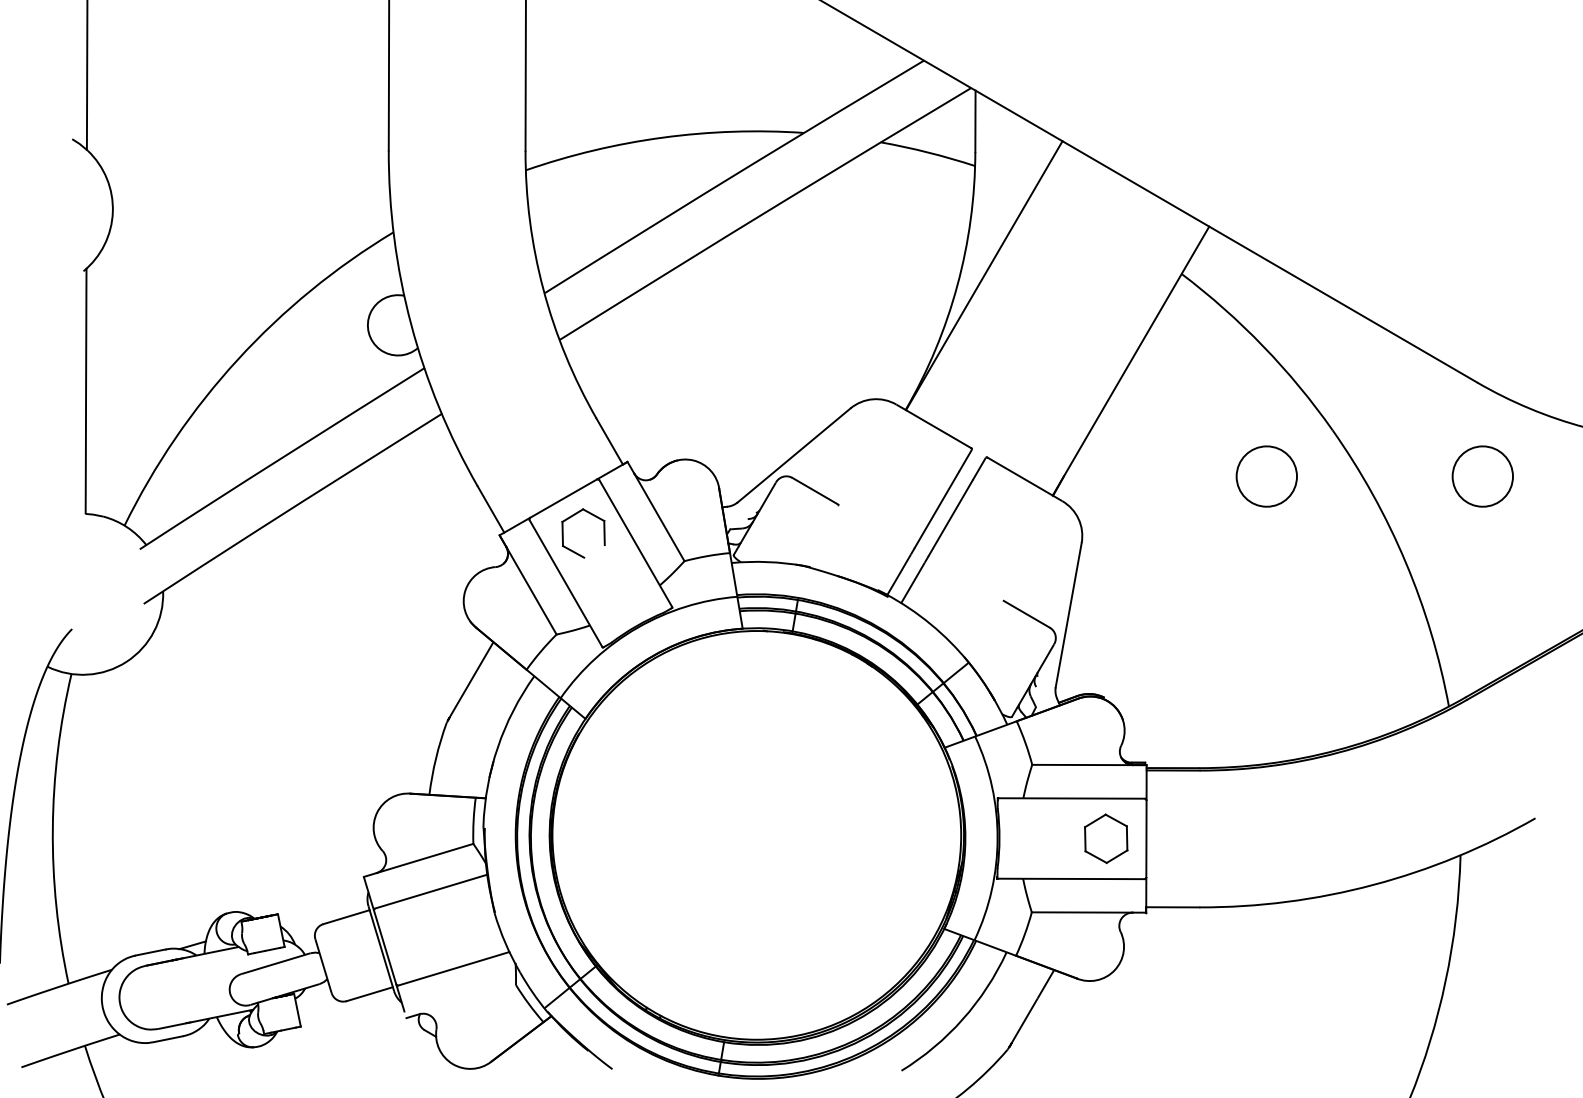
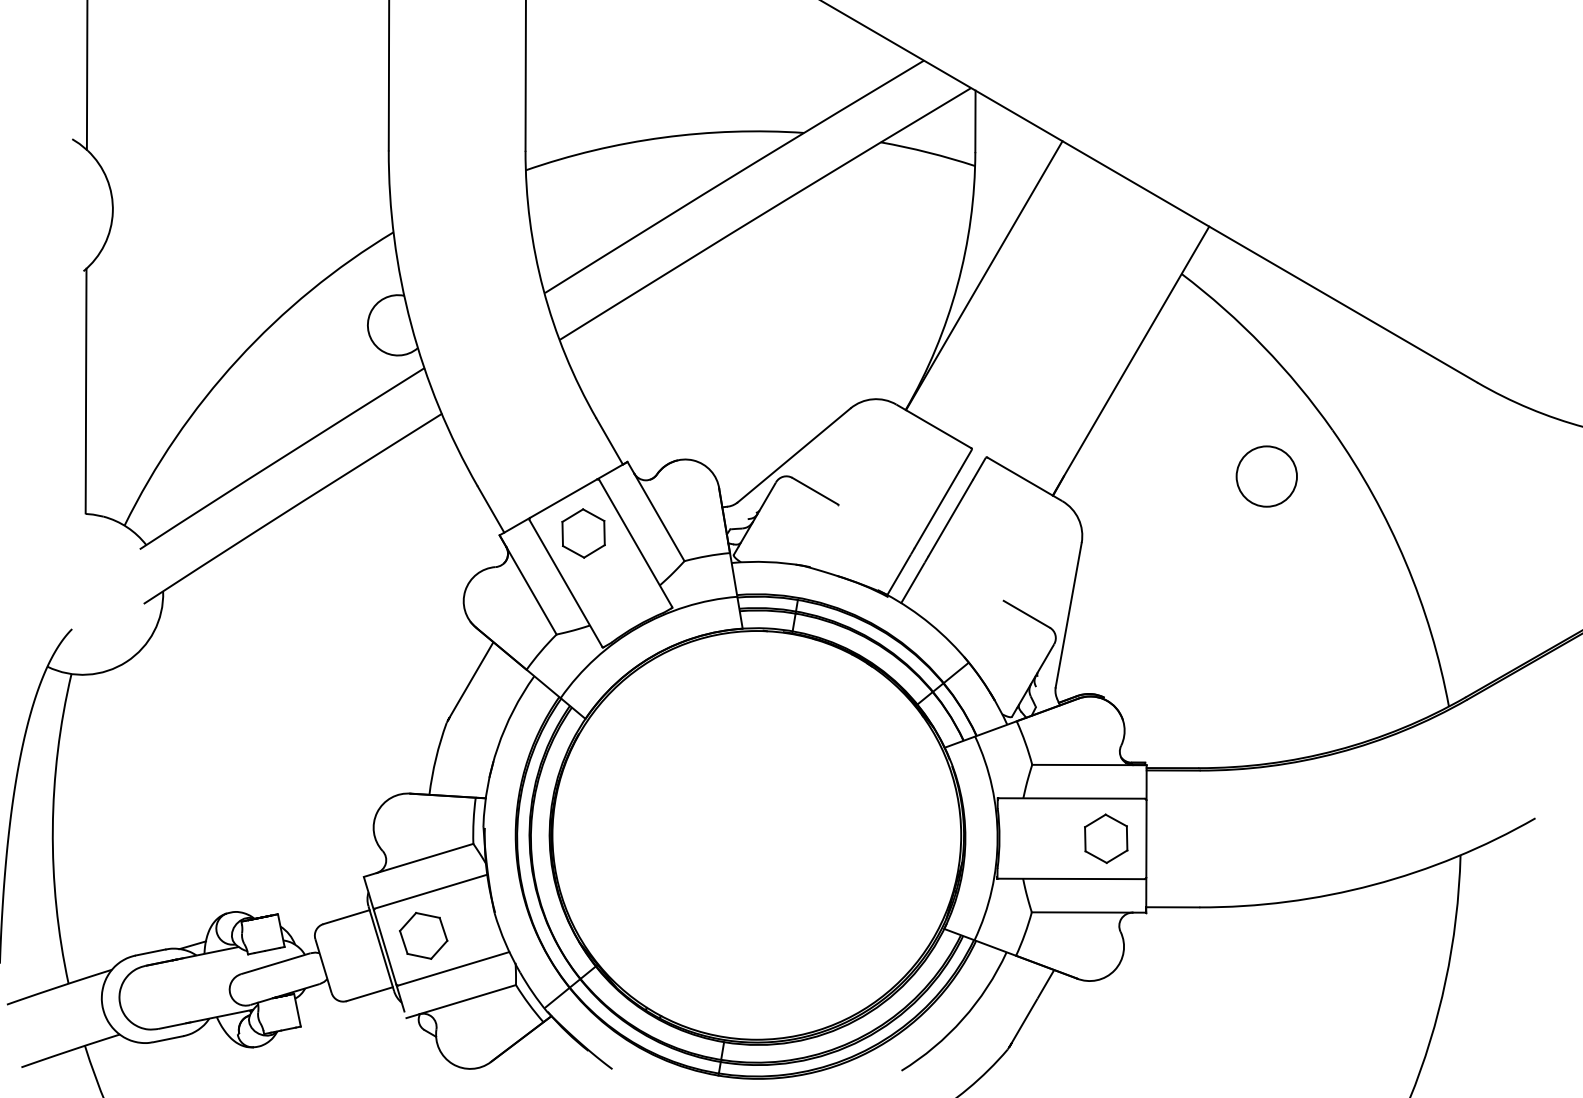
circle at (1482, 476): present -> none
line at (594, 551): none -> present
part at (423, 935): none -> present
line at (467, 999): none -> present
